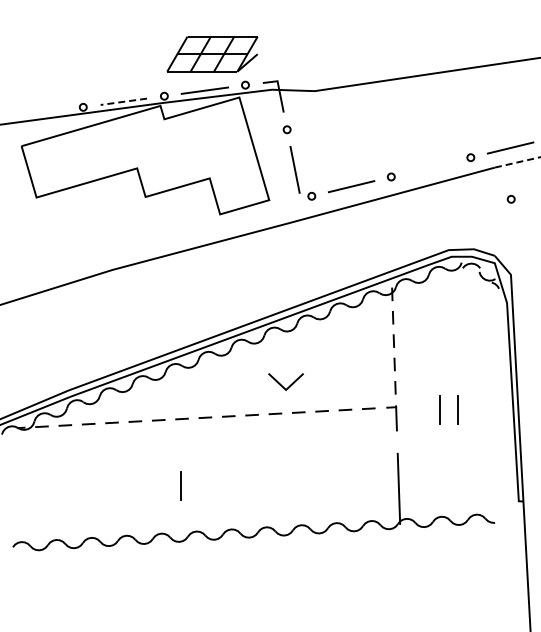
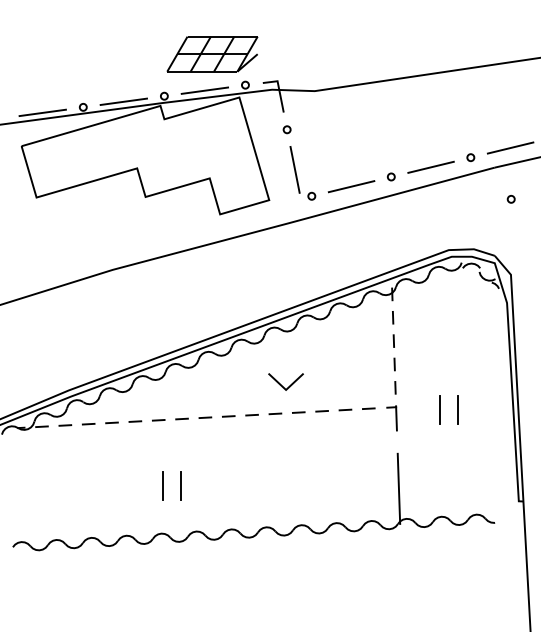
line at (123, 101): dashed -> solid
line at (42, 112): none -> present
line at (517, 162): dashed -> solid
line at (430, 166): none -> present
line at (162, 485): none -> present
